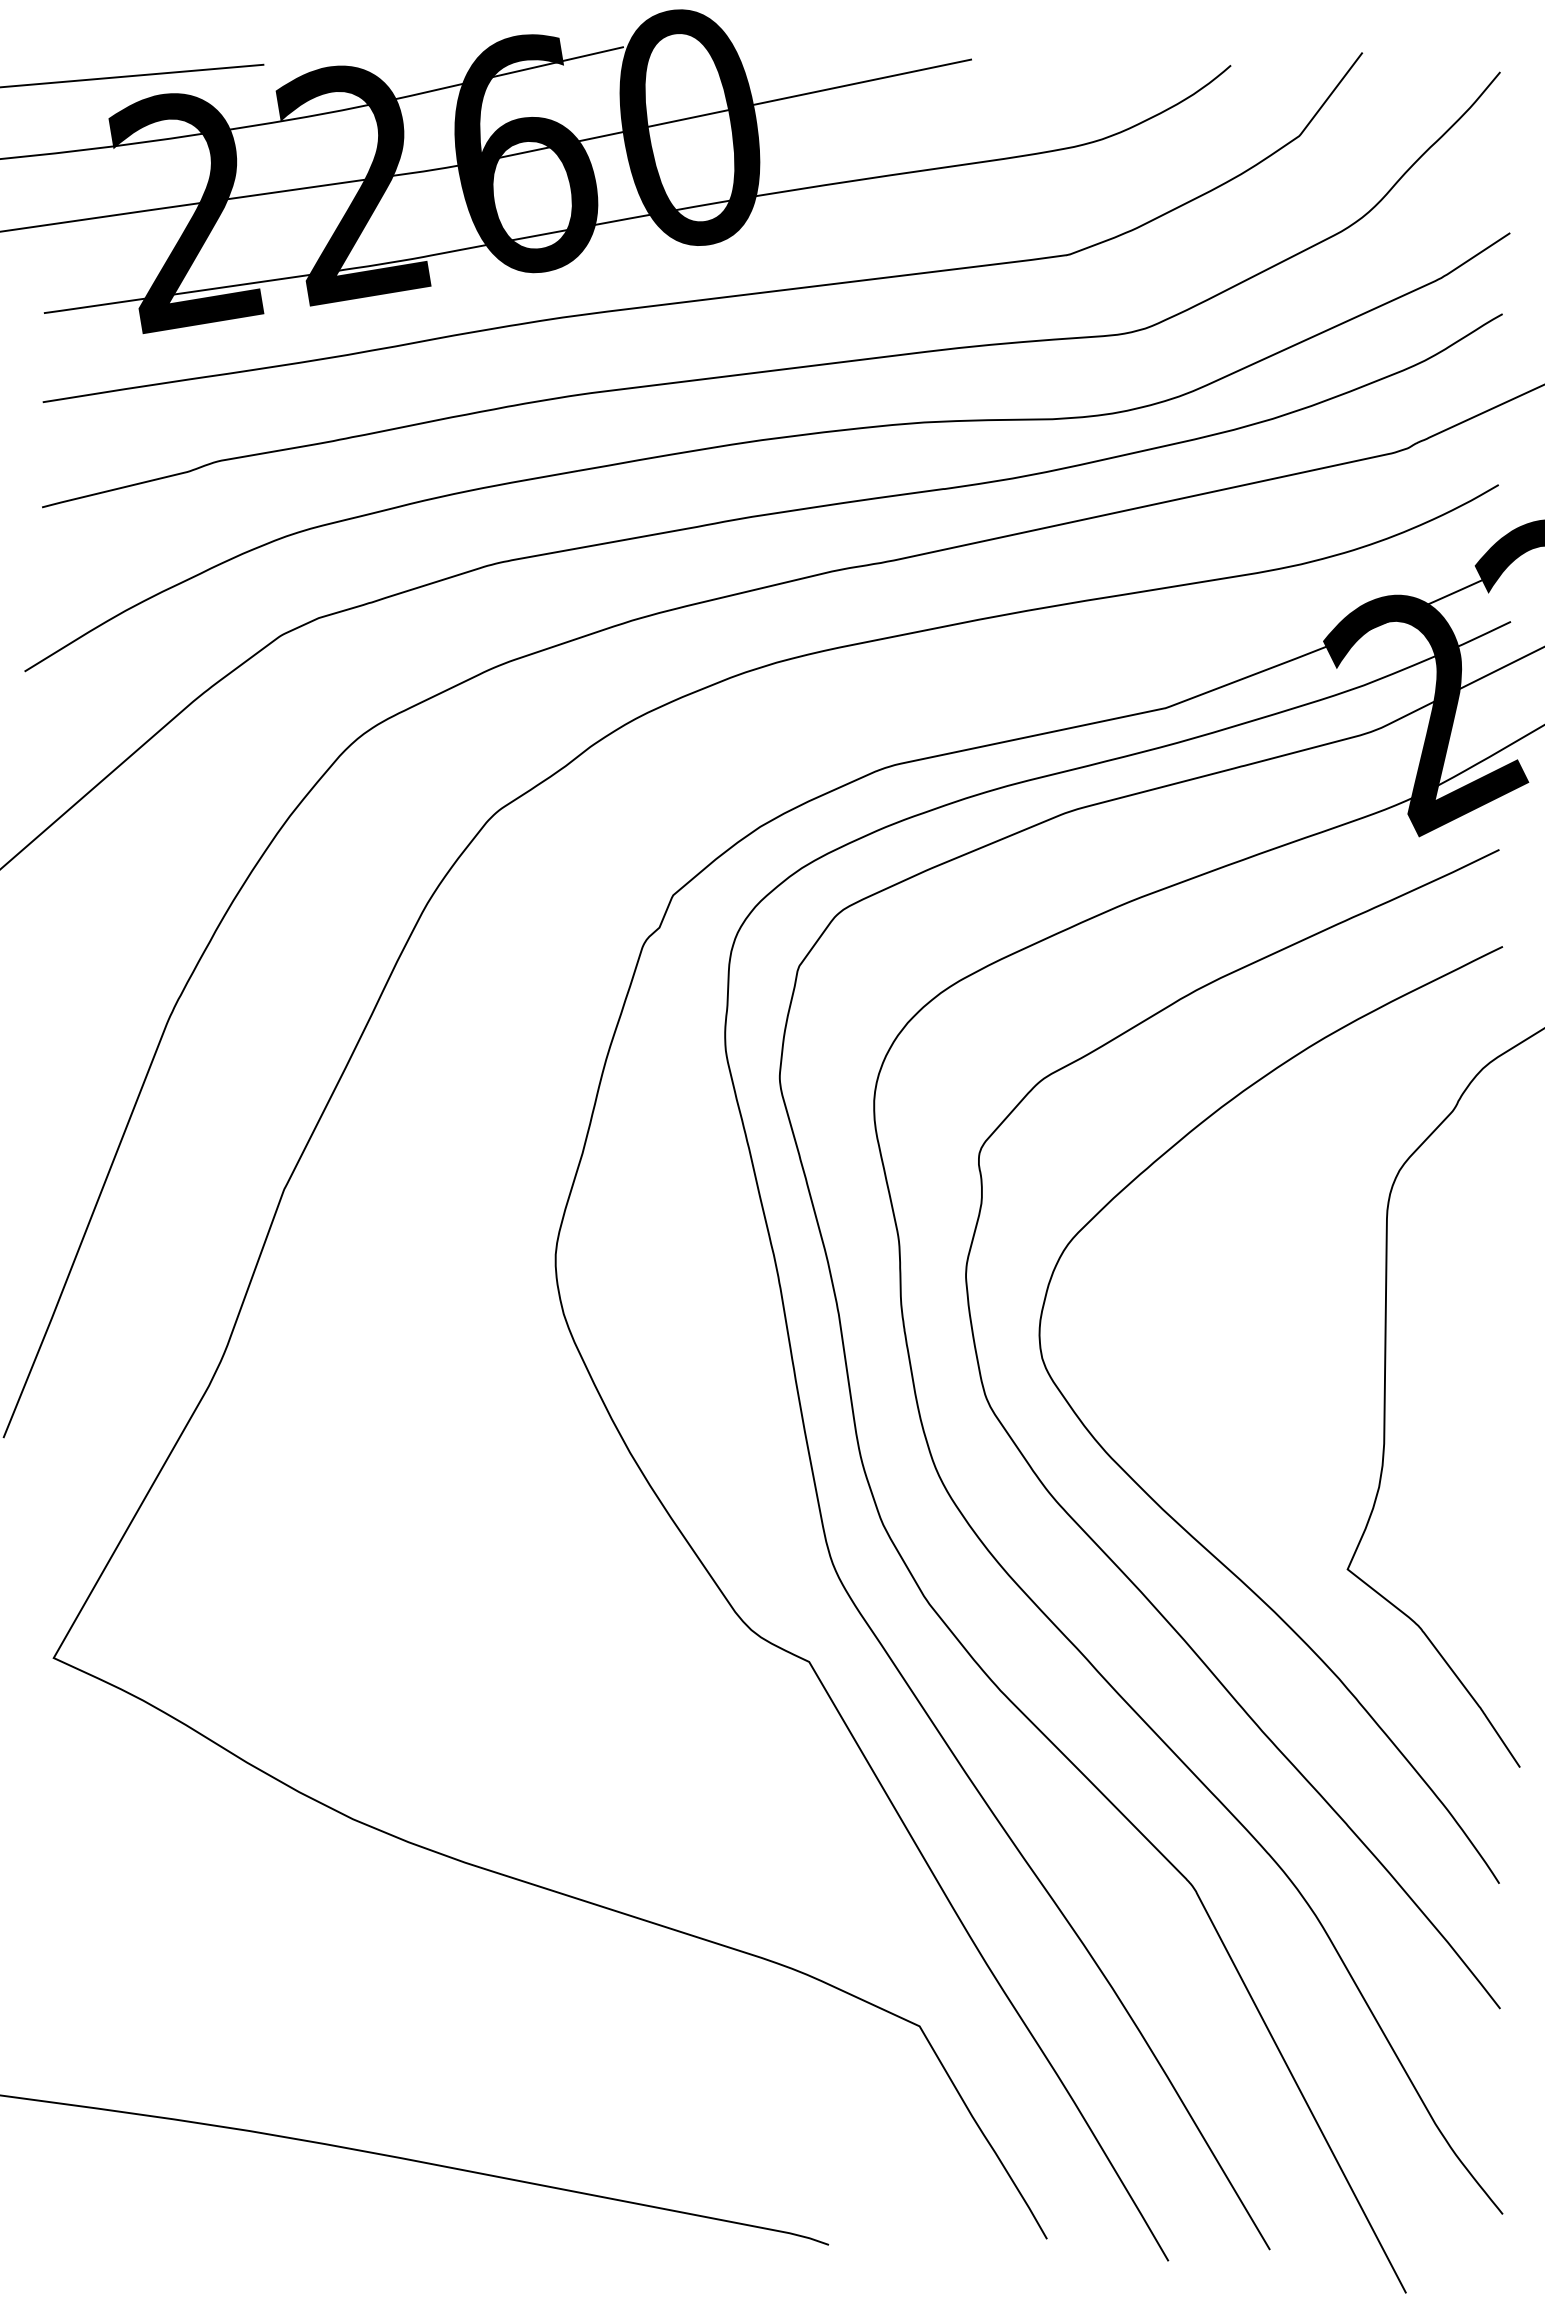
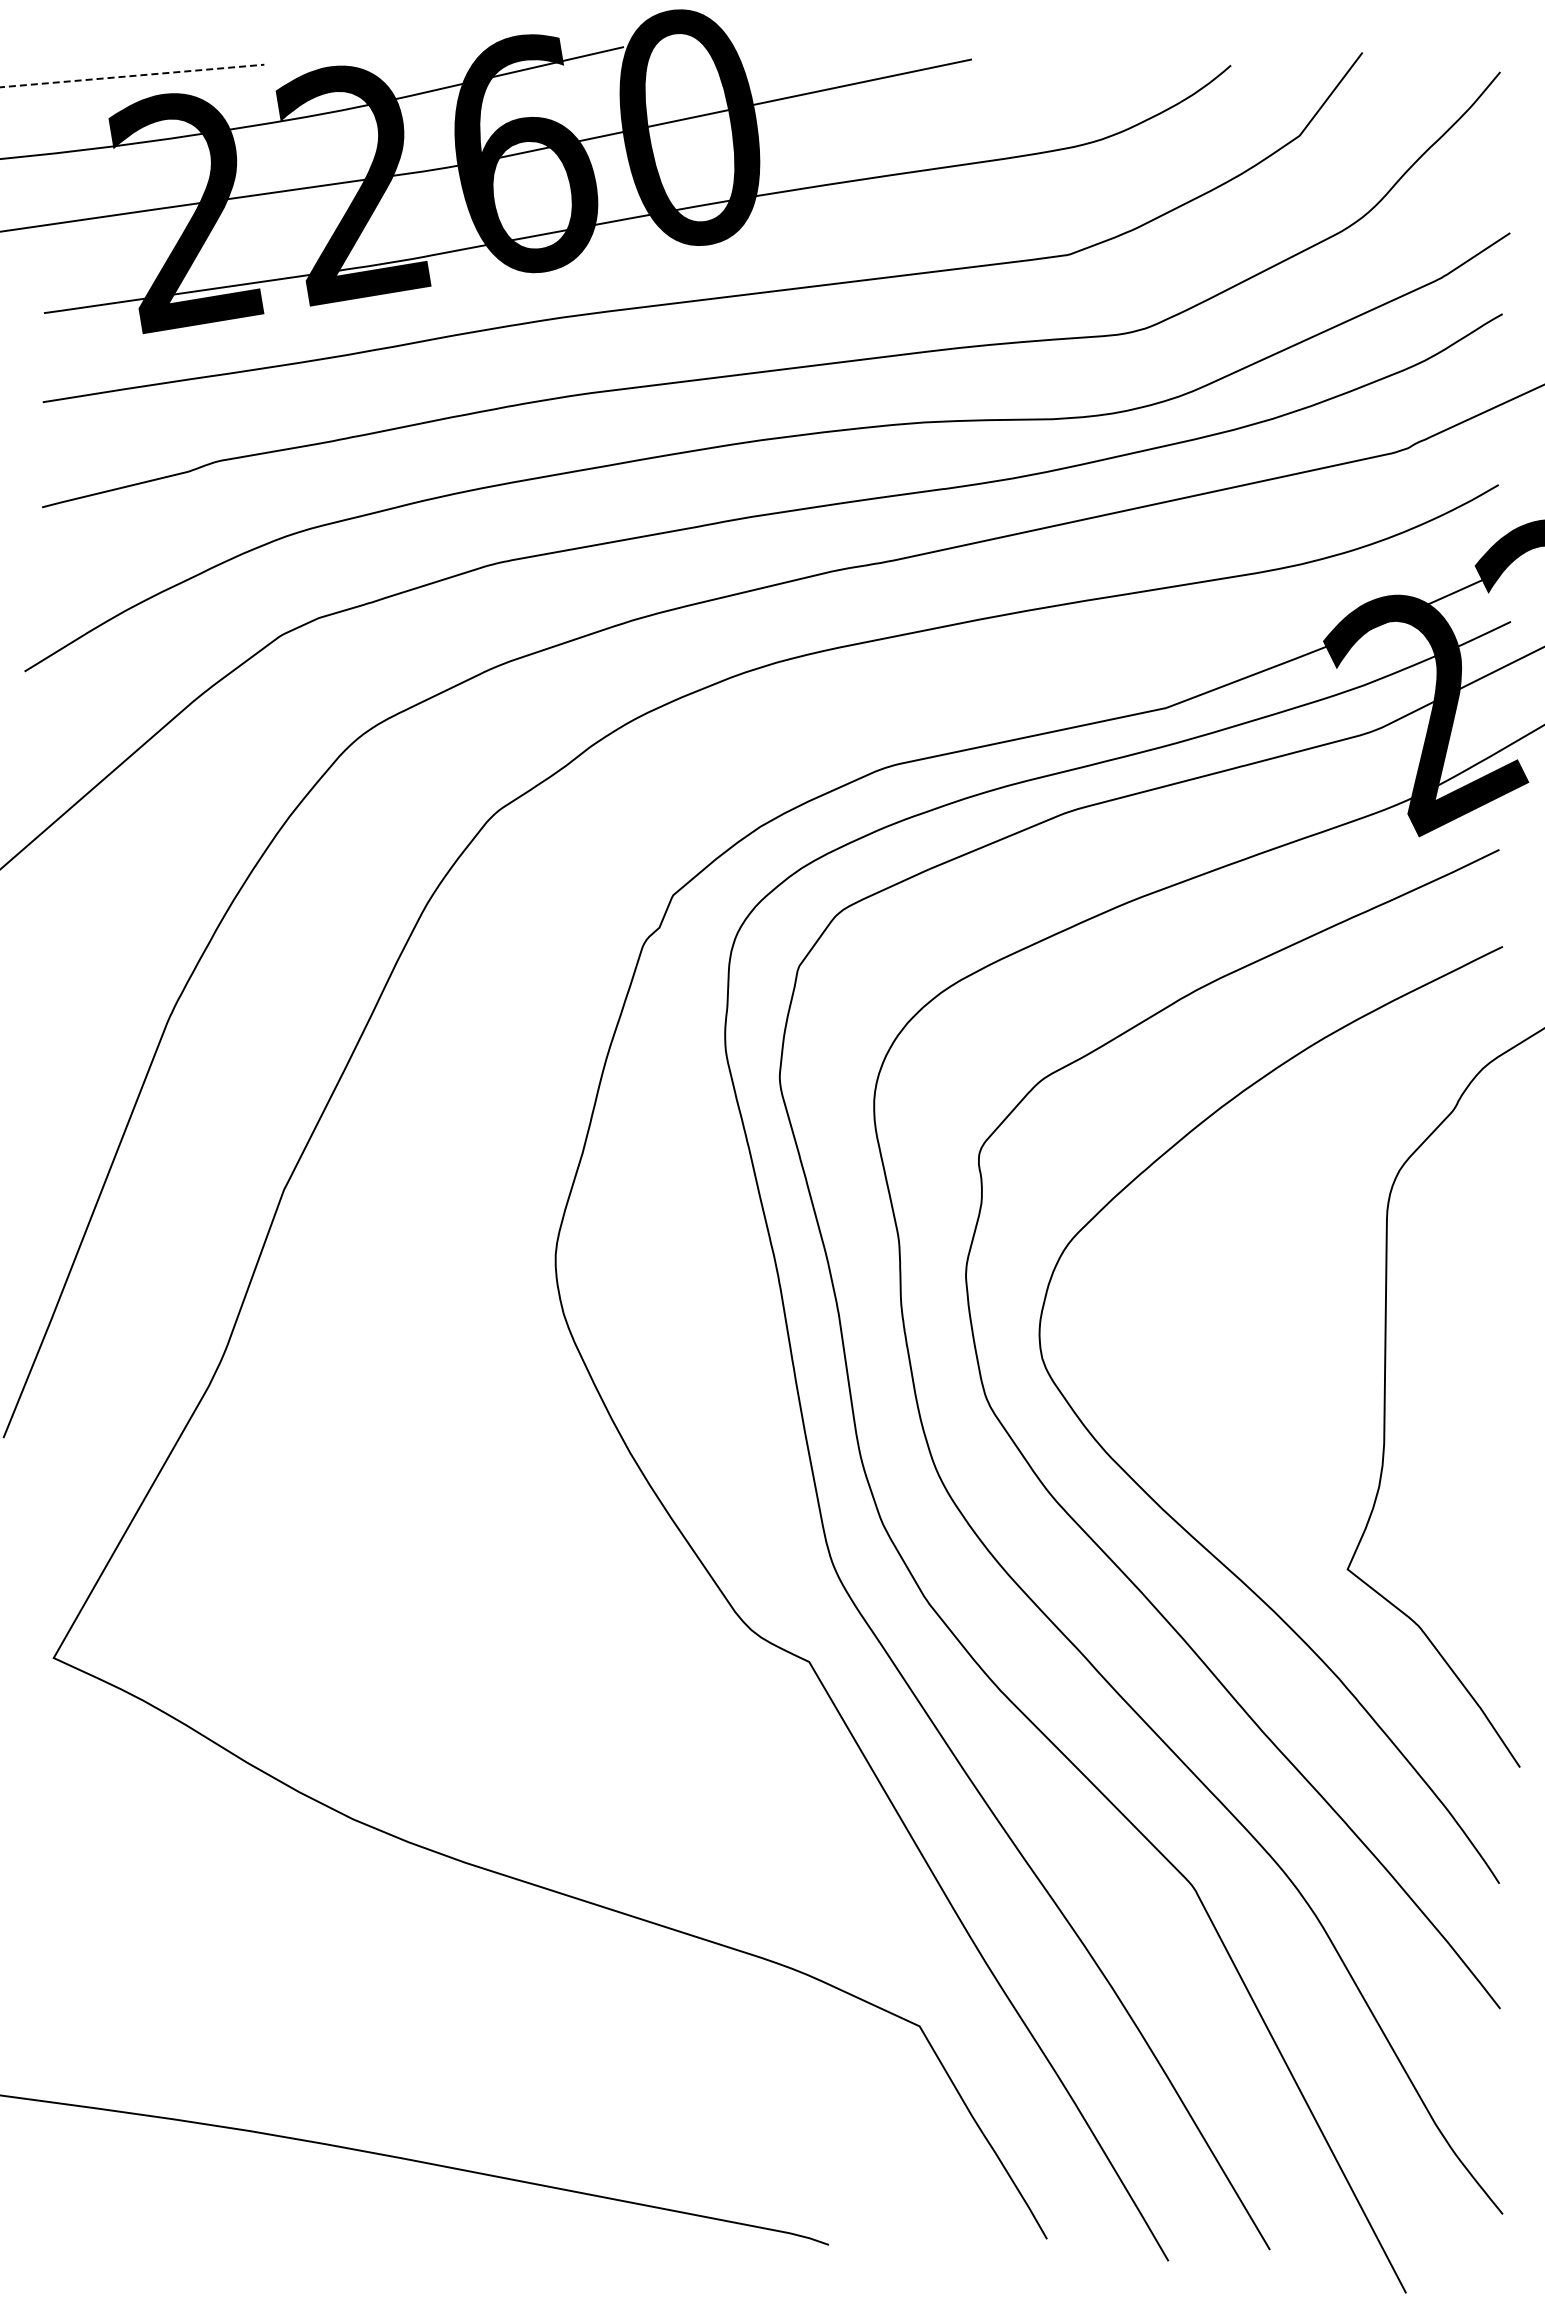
line at (133, 75): solid -> dashed
